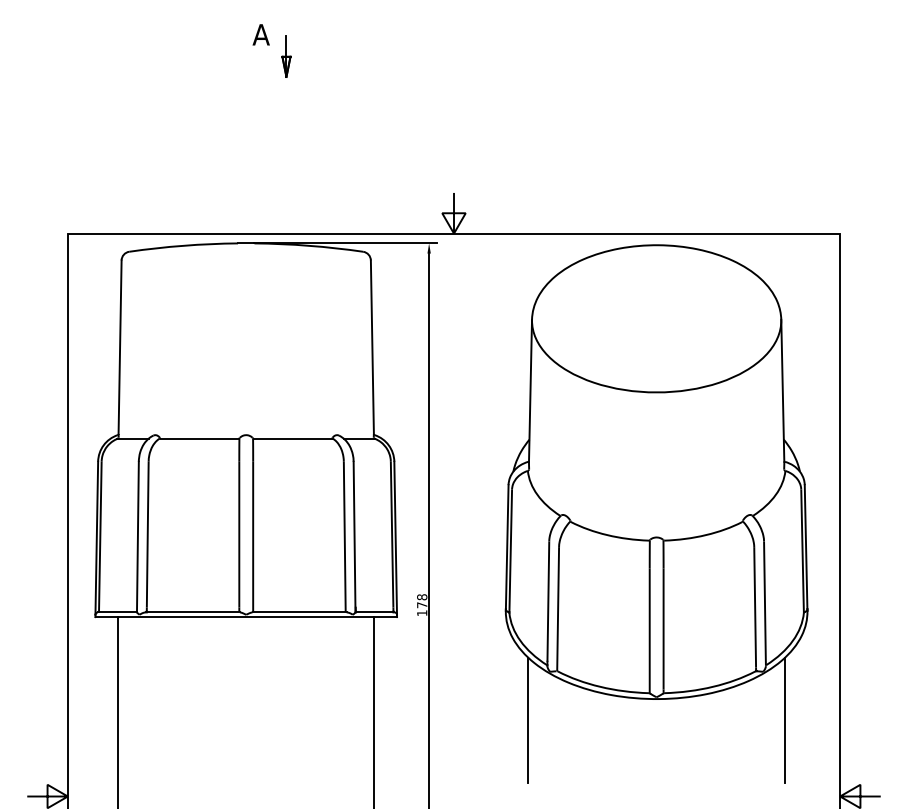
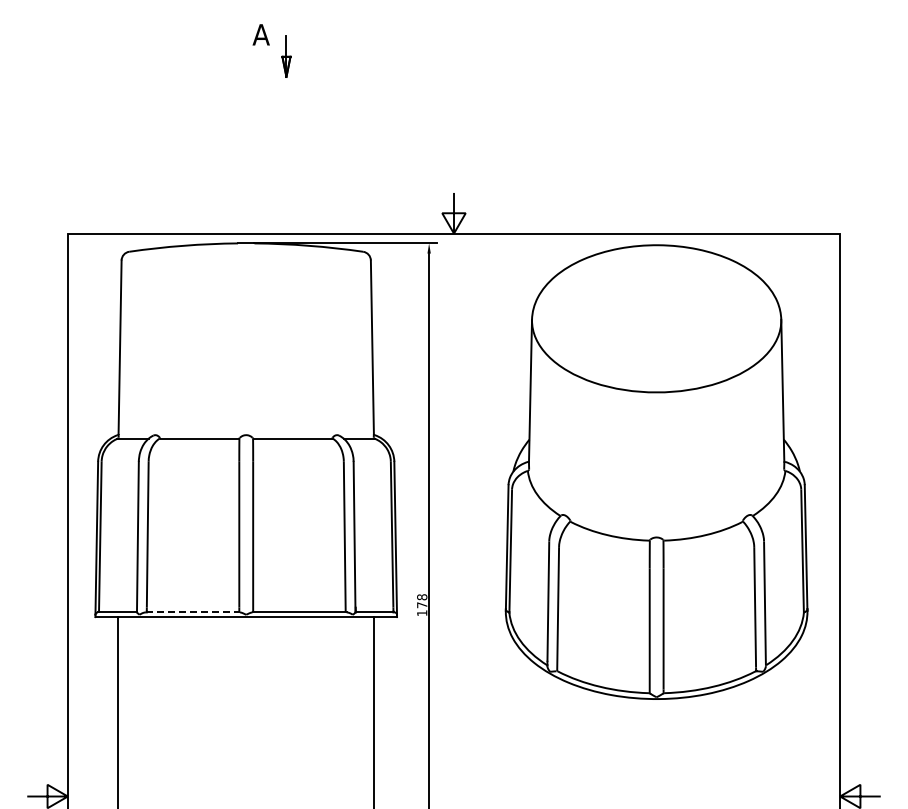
line at (193, 612): solid -> dashed
line at (528, 719): present -> none
line at (784, 719): present -> none
